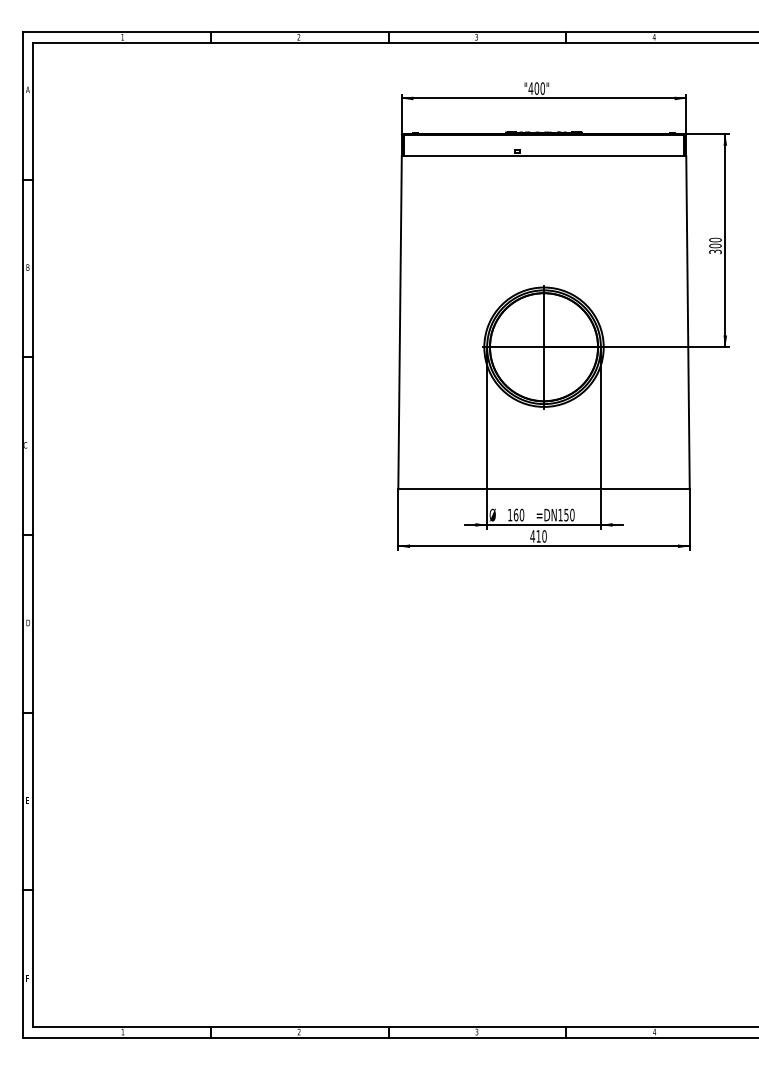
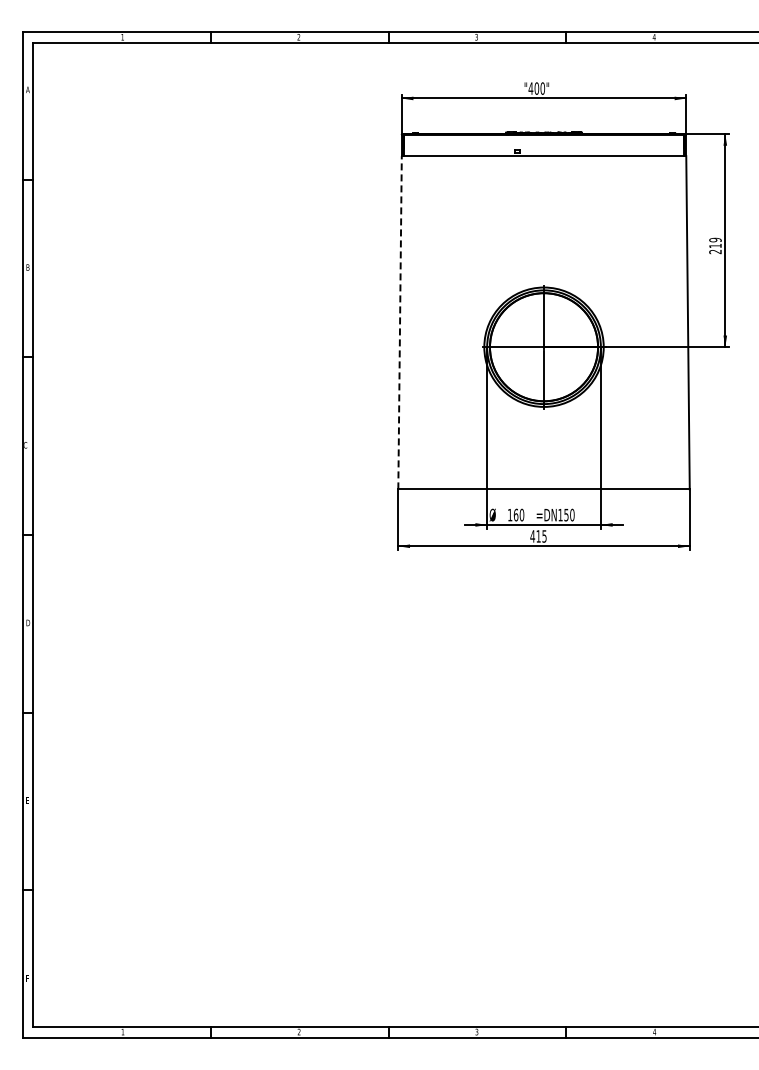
text at (715, 246): 300 -> 219
line at (400, 322): solid -> dashed
text at (544, 536): 410 -> 415
